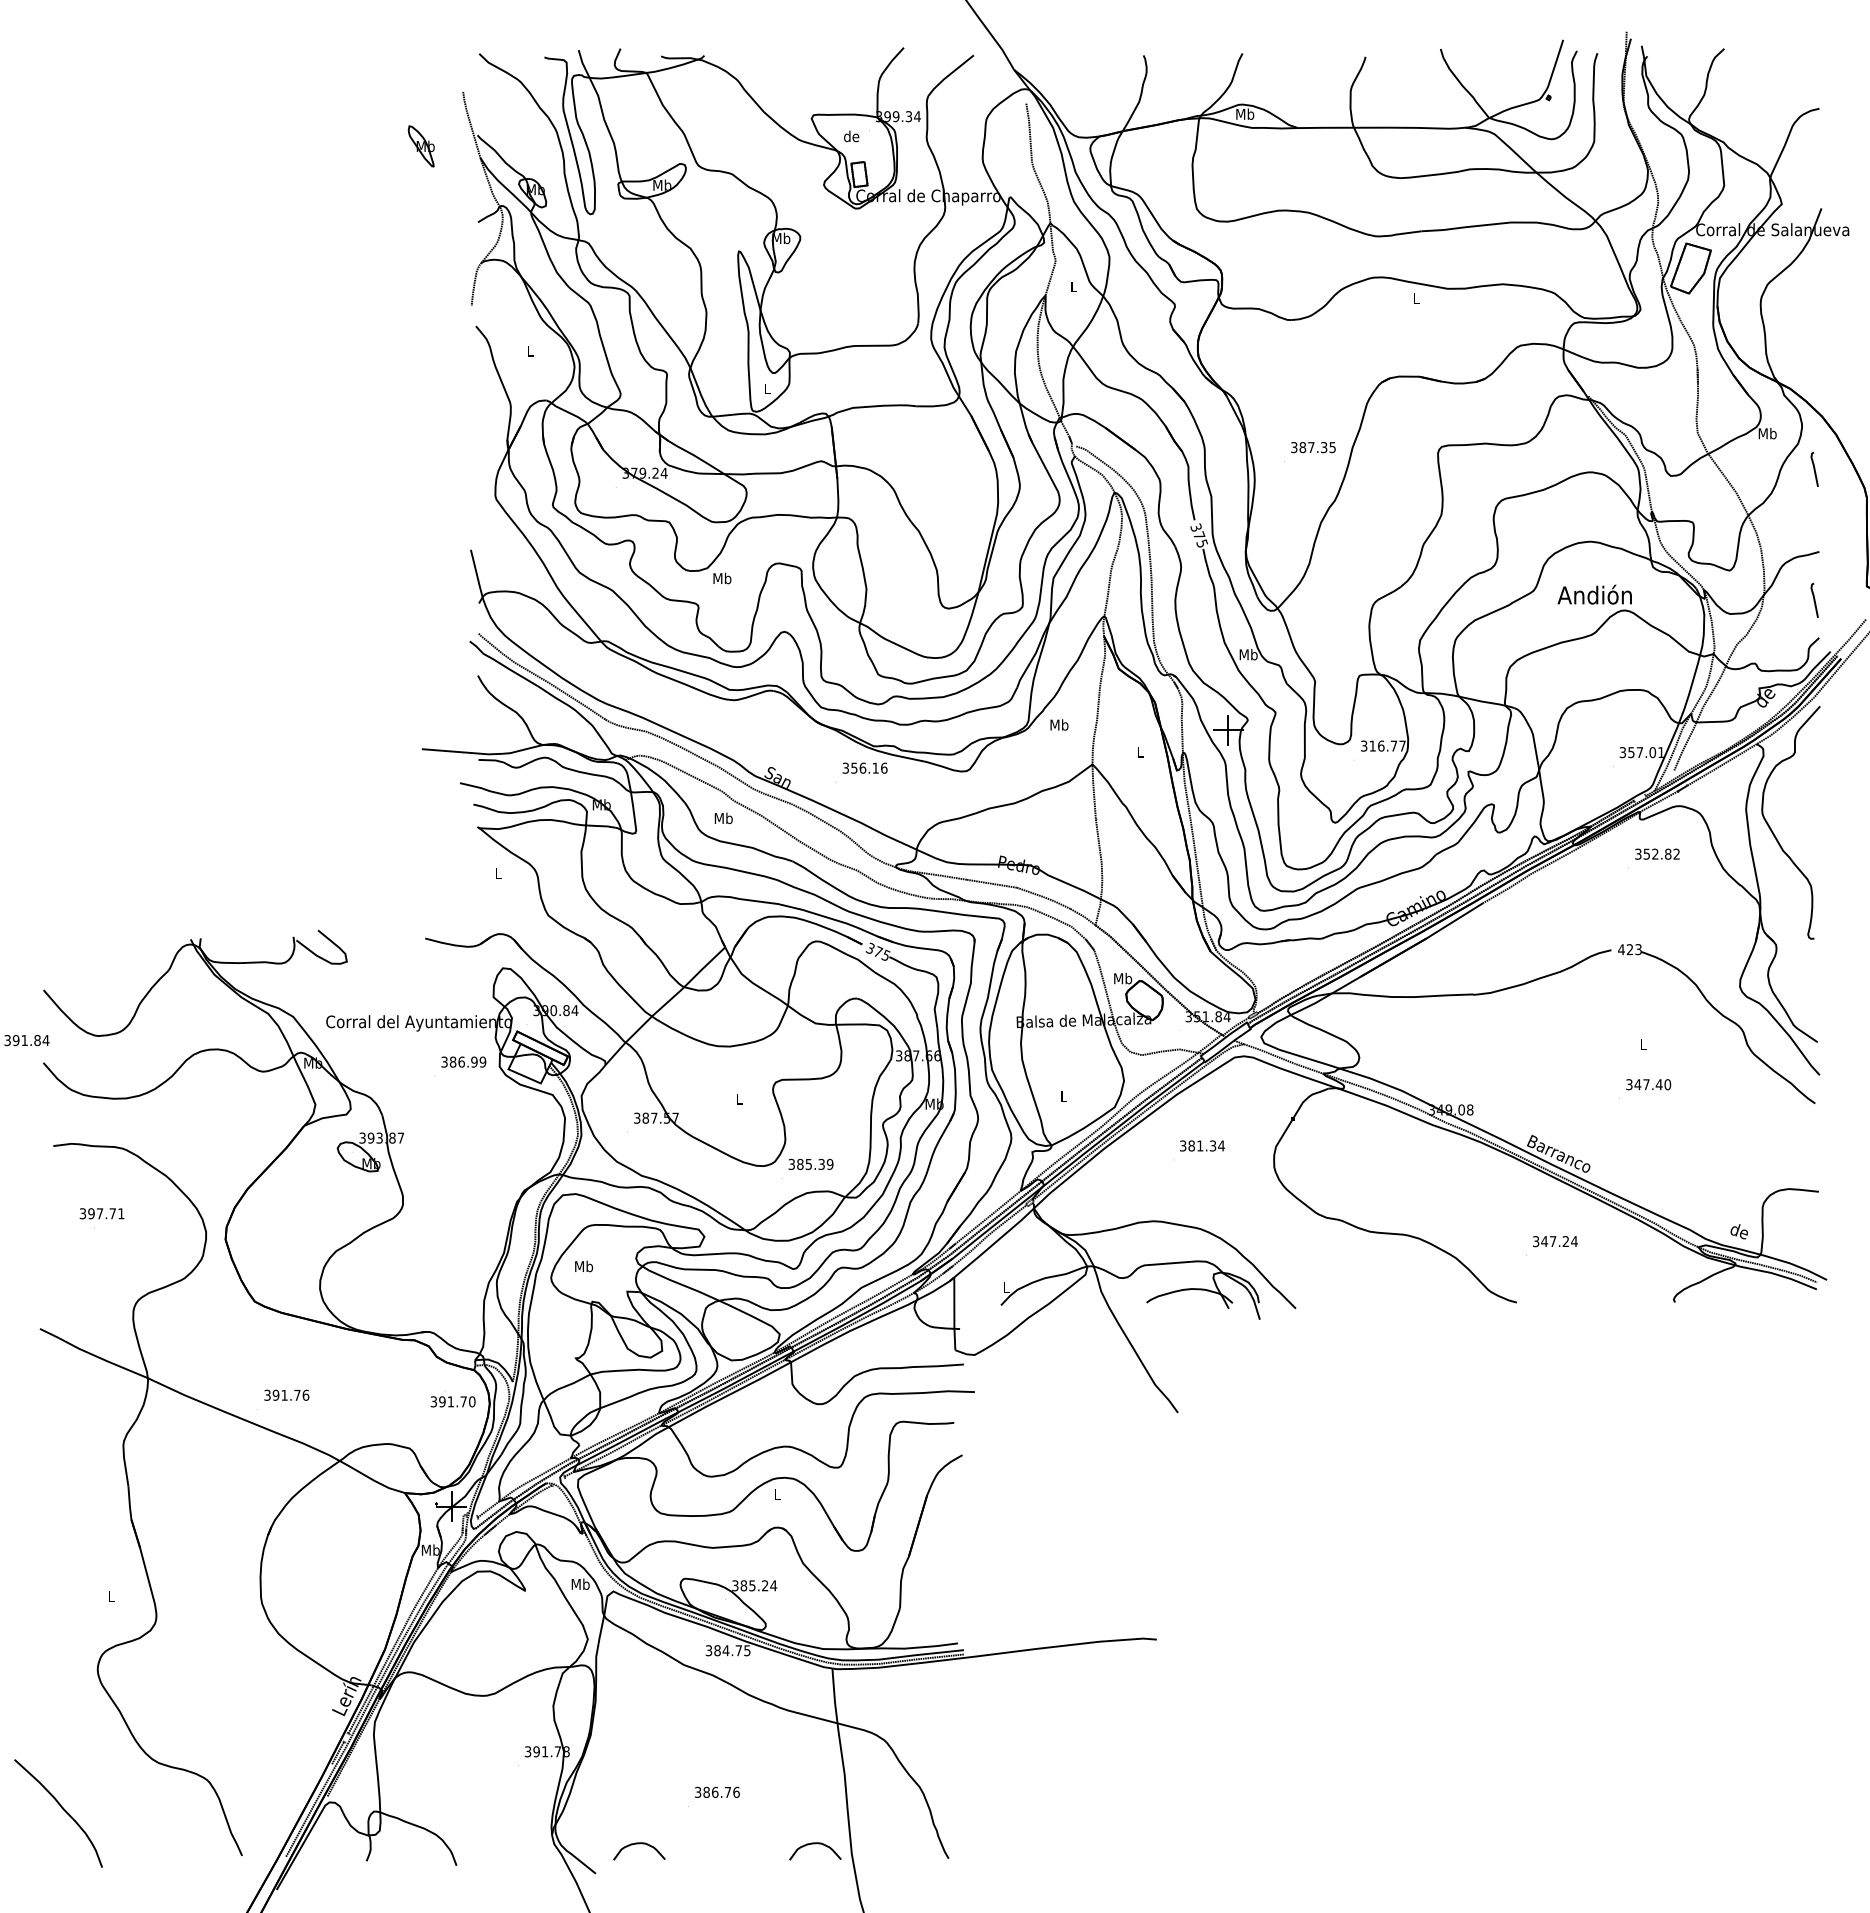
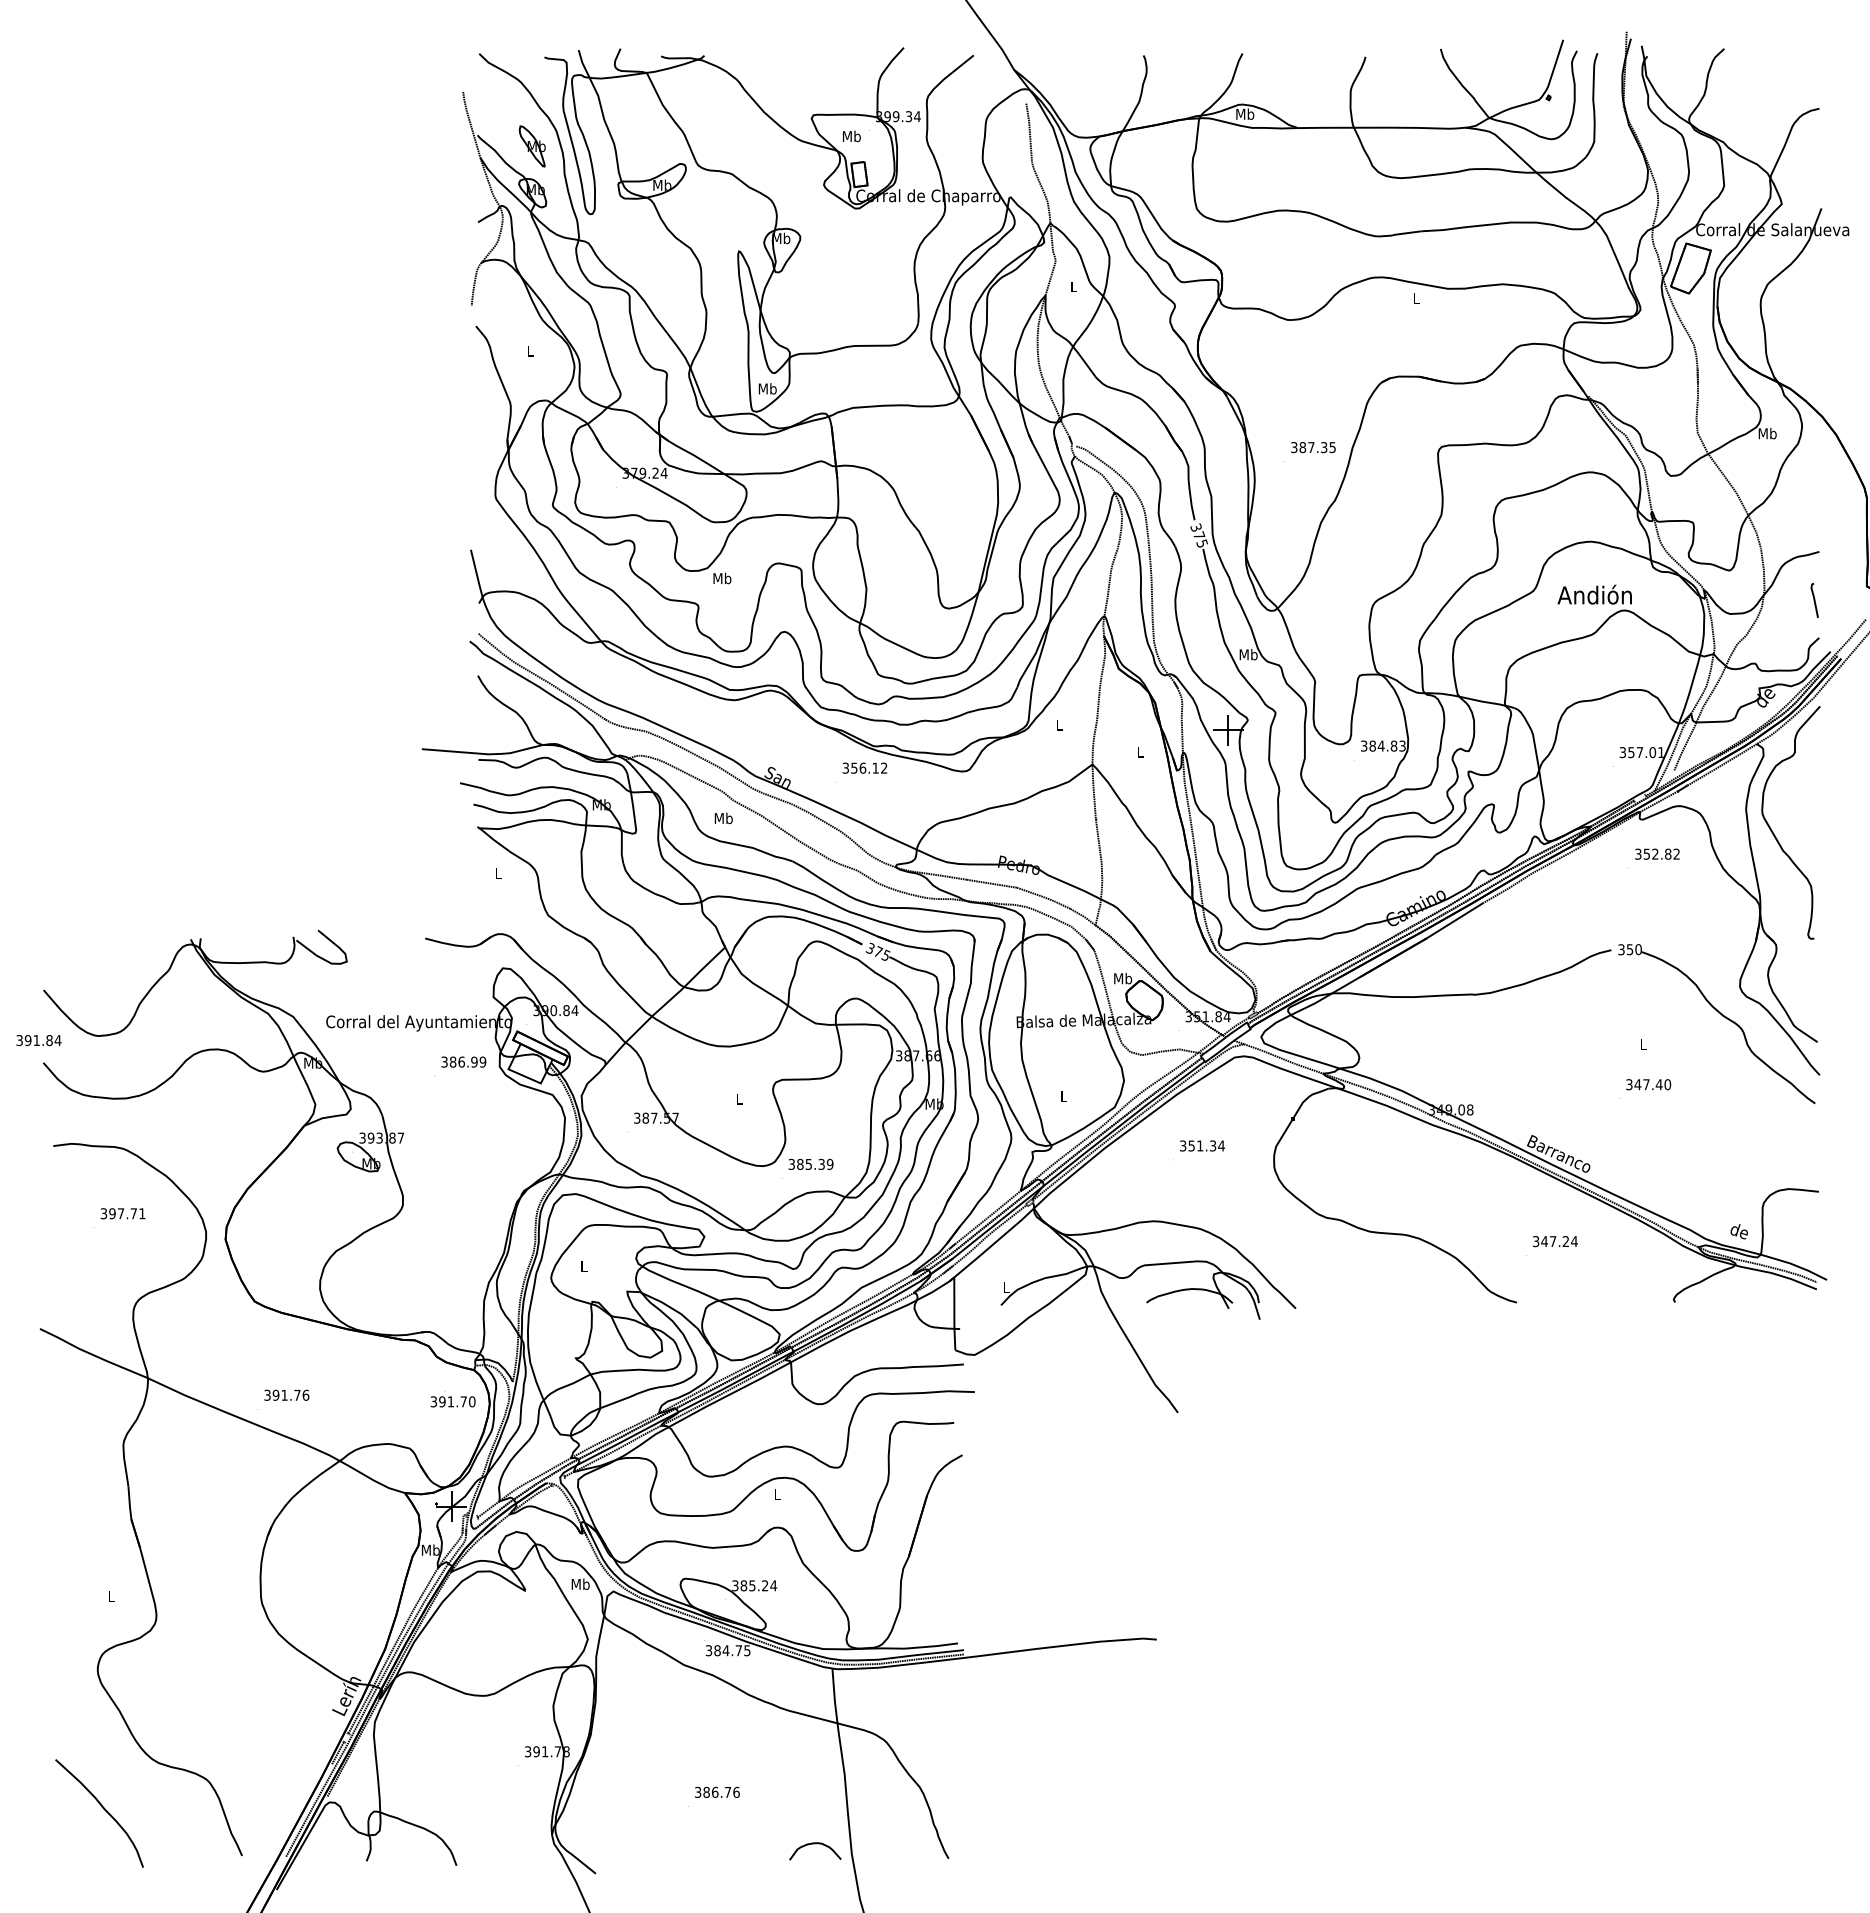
text at (851, 136): de -> Mb
part at (420, 146) position: (420, 146) -> (531, 146)
text at (767, 388): L -> Mb
line at (1814, 468): present -> none
text at (1059, 724): Mb -> L
text at (1387, 745): 316.77 -> 384.83
text at (884, 767): 356.16 -> 356.12
text at (1629, 949): 423 -> 350
text at (26, 1040) position: (26, 1040) -> (38, 1040)
text at (1191, 1145): 381.34 -> 351.34
text at (101, 1213) position: (101, 1213) -> (122, 1213)
text at (584, 1266): Mb -> L
curve at (62, 1809) position: (62, 1809) -> (103, 1809)
curve at (639, 1844): present -> none
